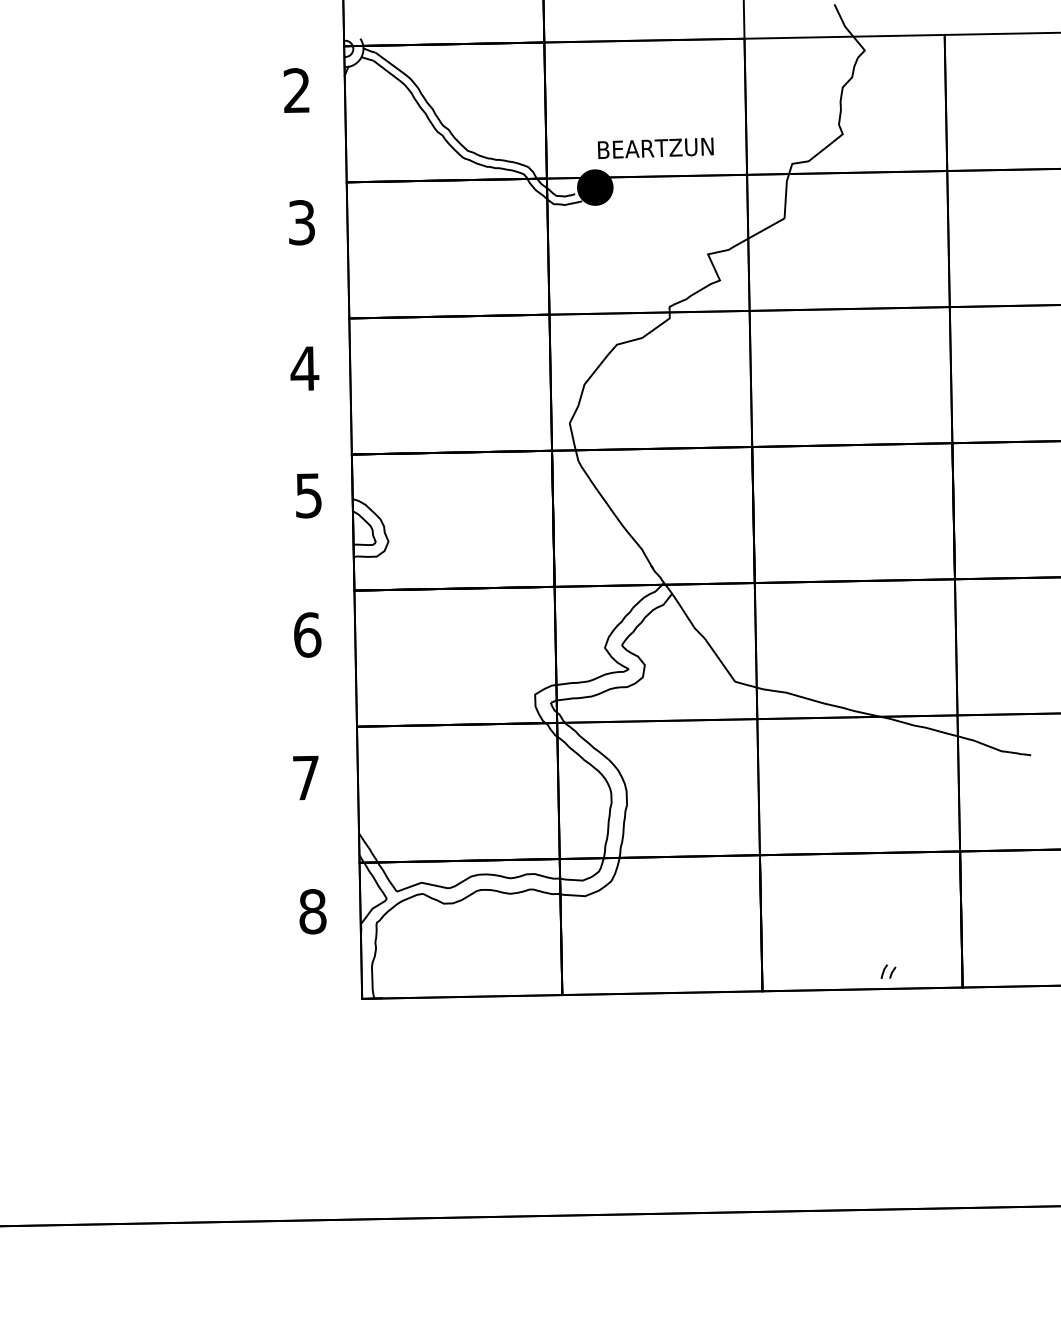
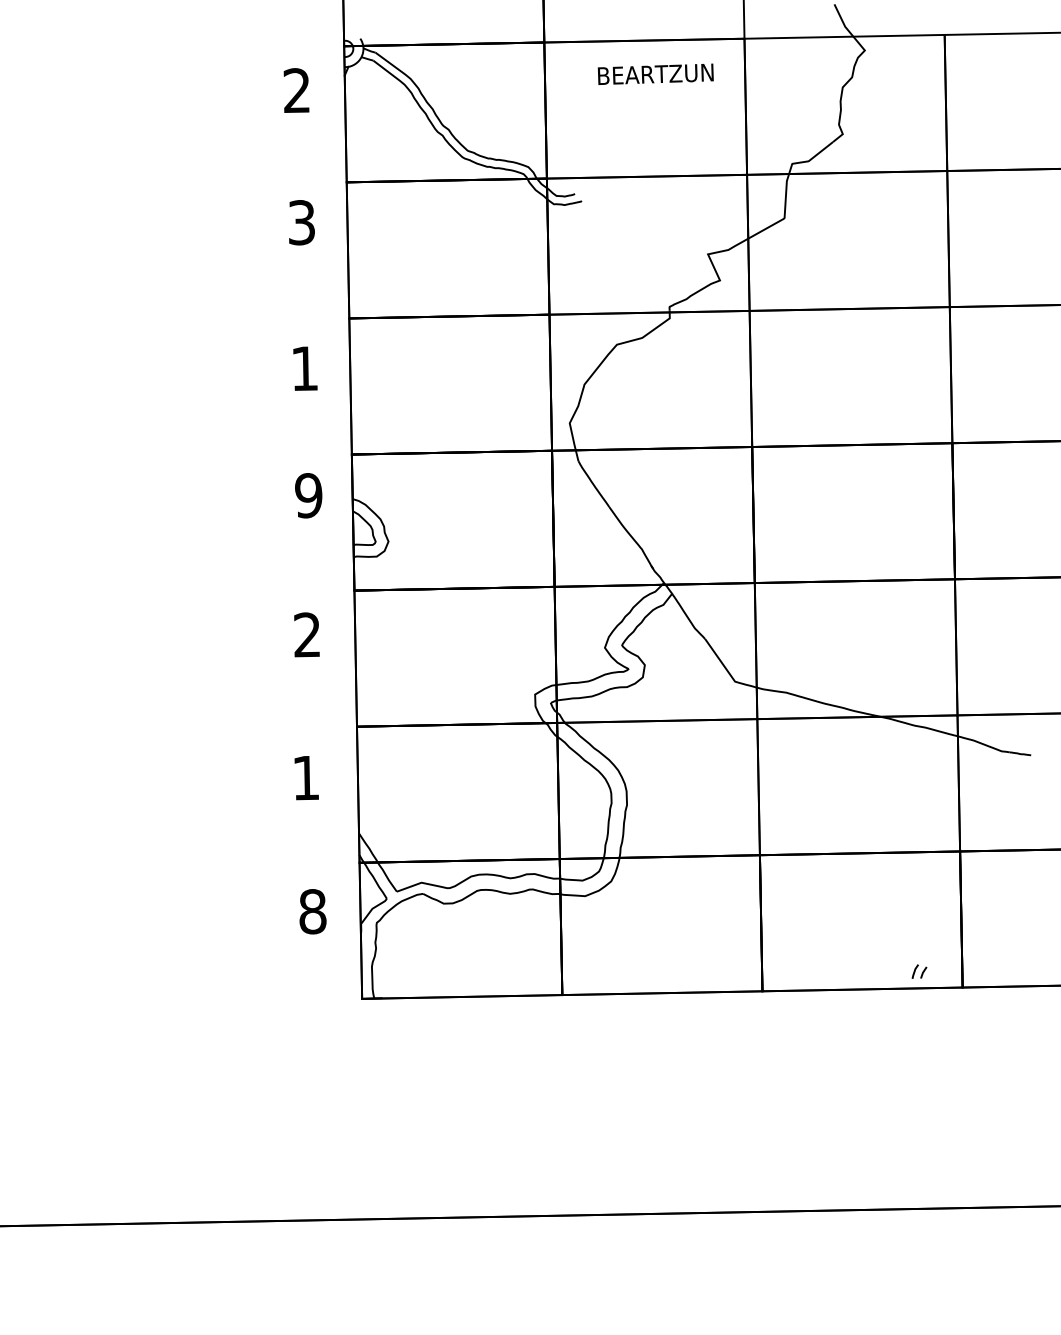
text at (655, 147) position: (655, 147) -> (655, 73)
fill at (595, 187): present -> none
text at (304, 368): 4 -> 1
text at (308, 495): 5 -> 9
text at (307, 634): 6 -> 2
text at (305, 777): 7 -> 1
part at (888, 971) position: (888, 971) -> (919, 971)
